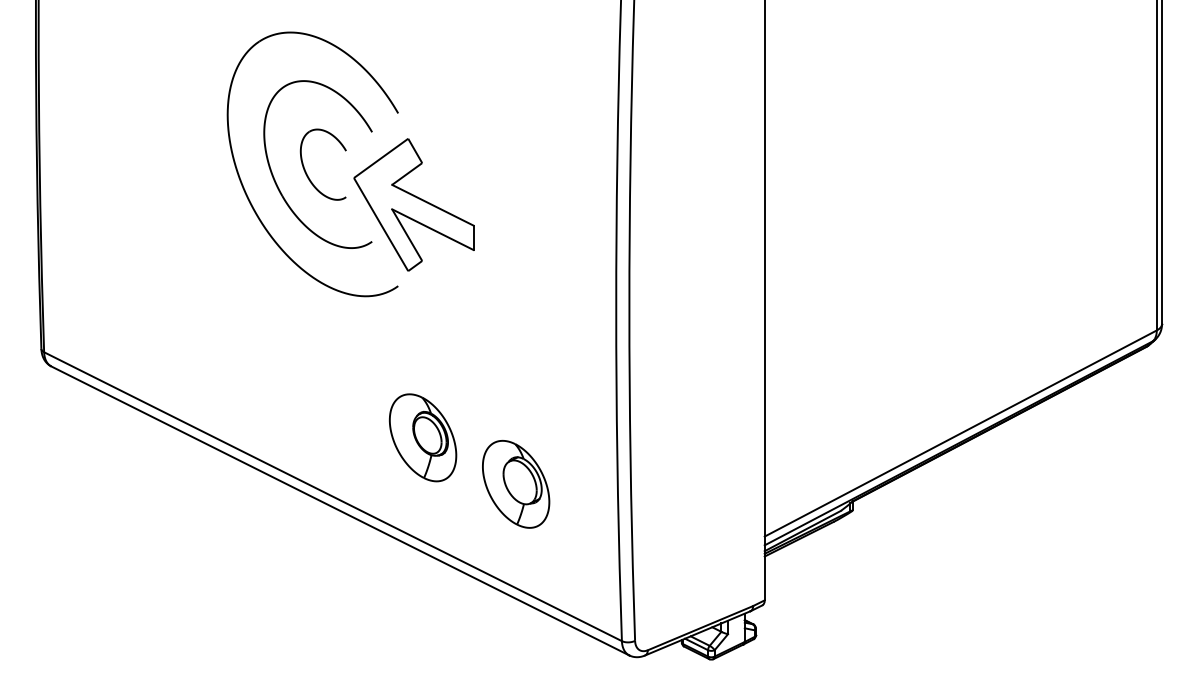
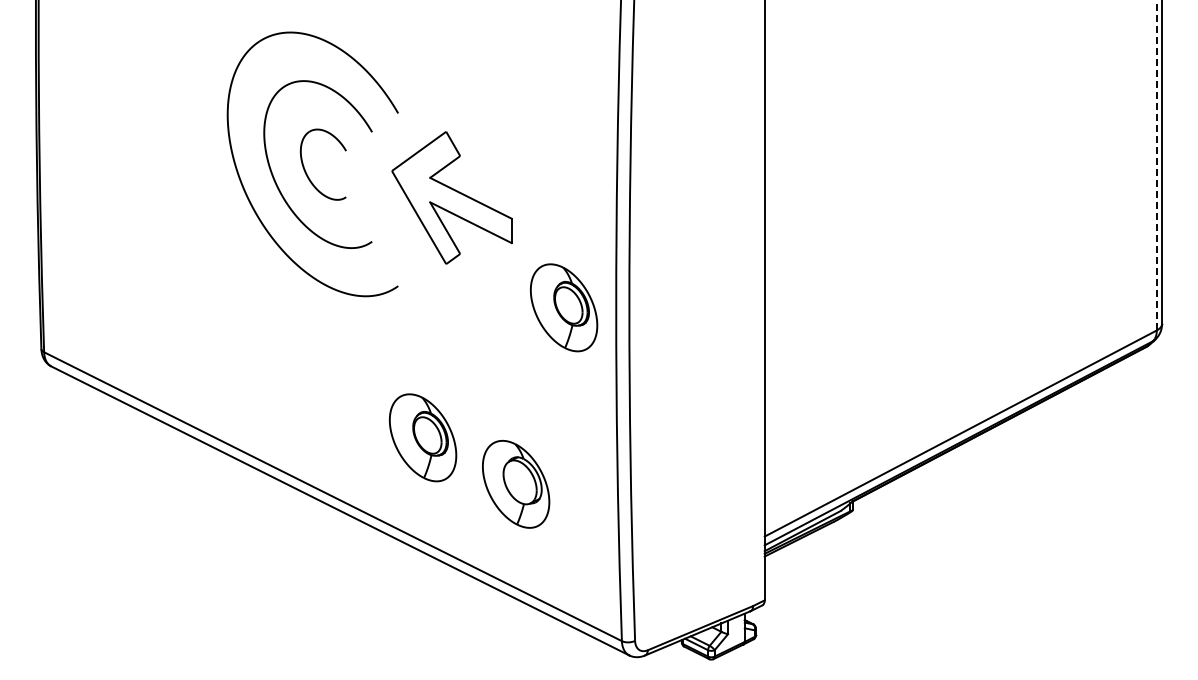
line at (1156, 165): solid -> dashed
part at (413, 204) position: (413, 204) -> (451, 197)
part at (563, 307): none -> present
